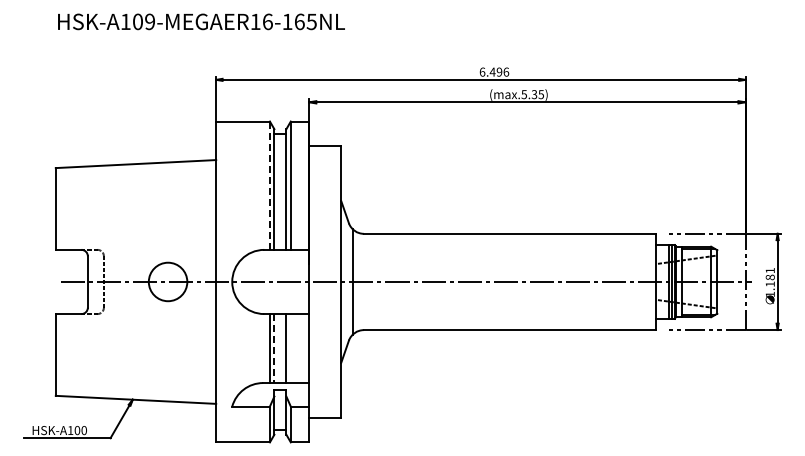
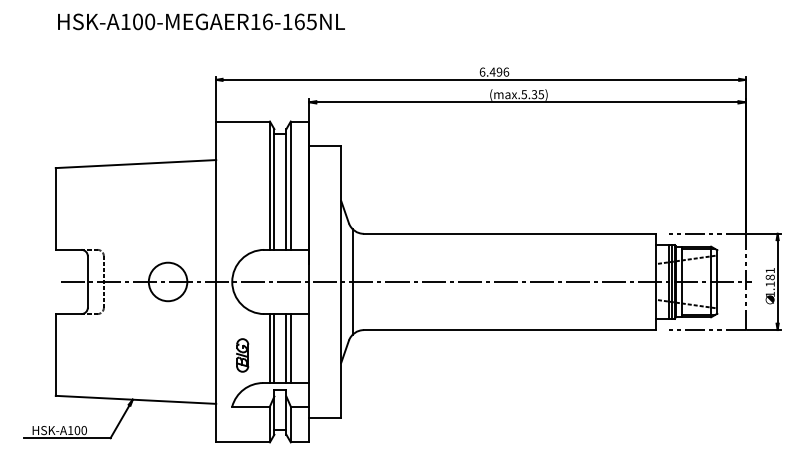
text at (150, 21): HSK-A109-MEGAER16-165NL -> HSK-A100-MEGAER16-165NL
line at (269, 185): dashed -> solid
line at (290, 348): none -> present
line at (274, 349): dashed -> solid
part at (242, 355): none -> present
